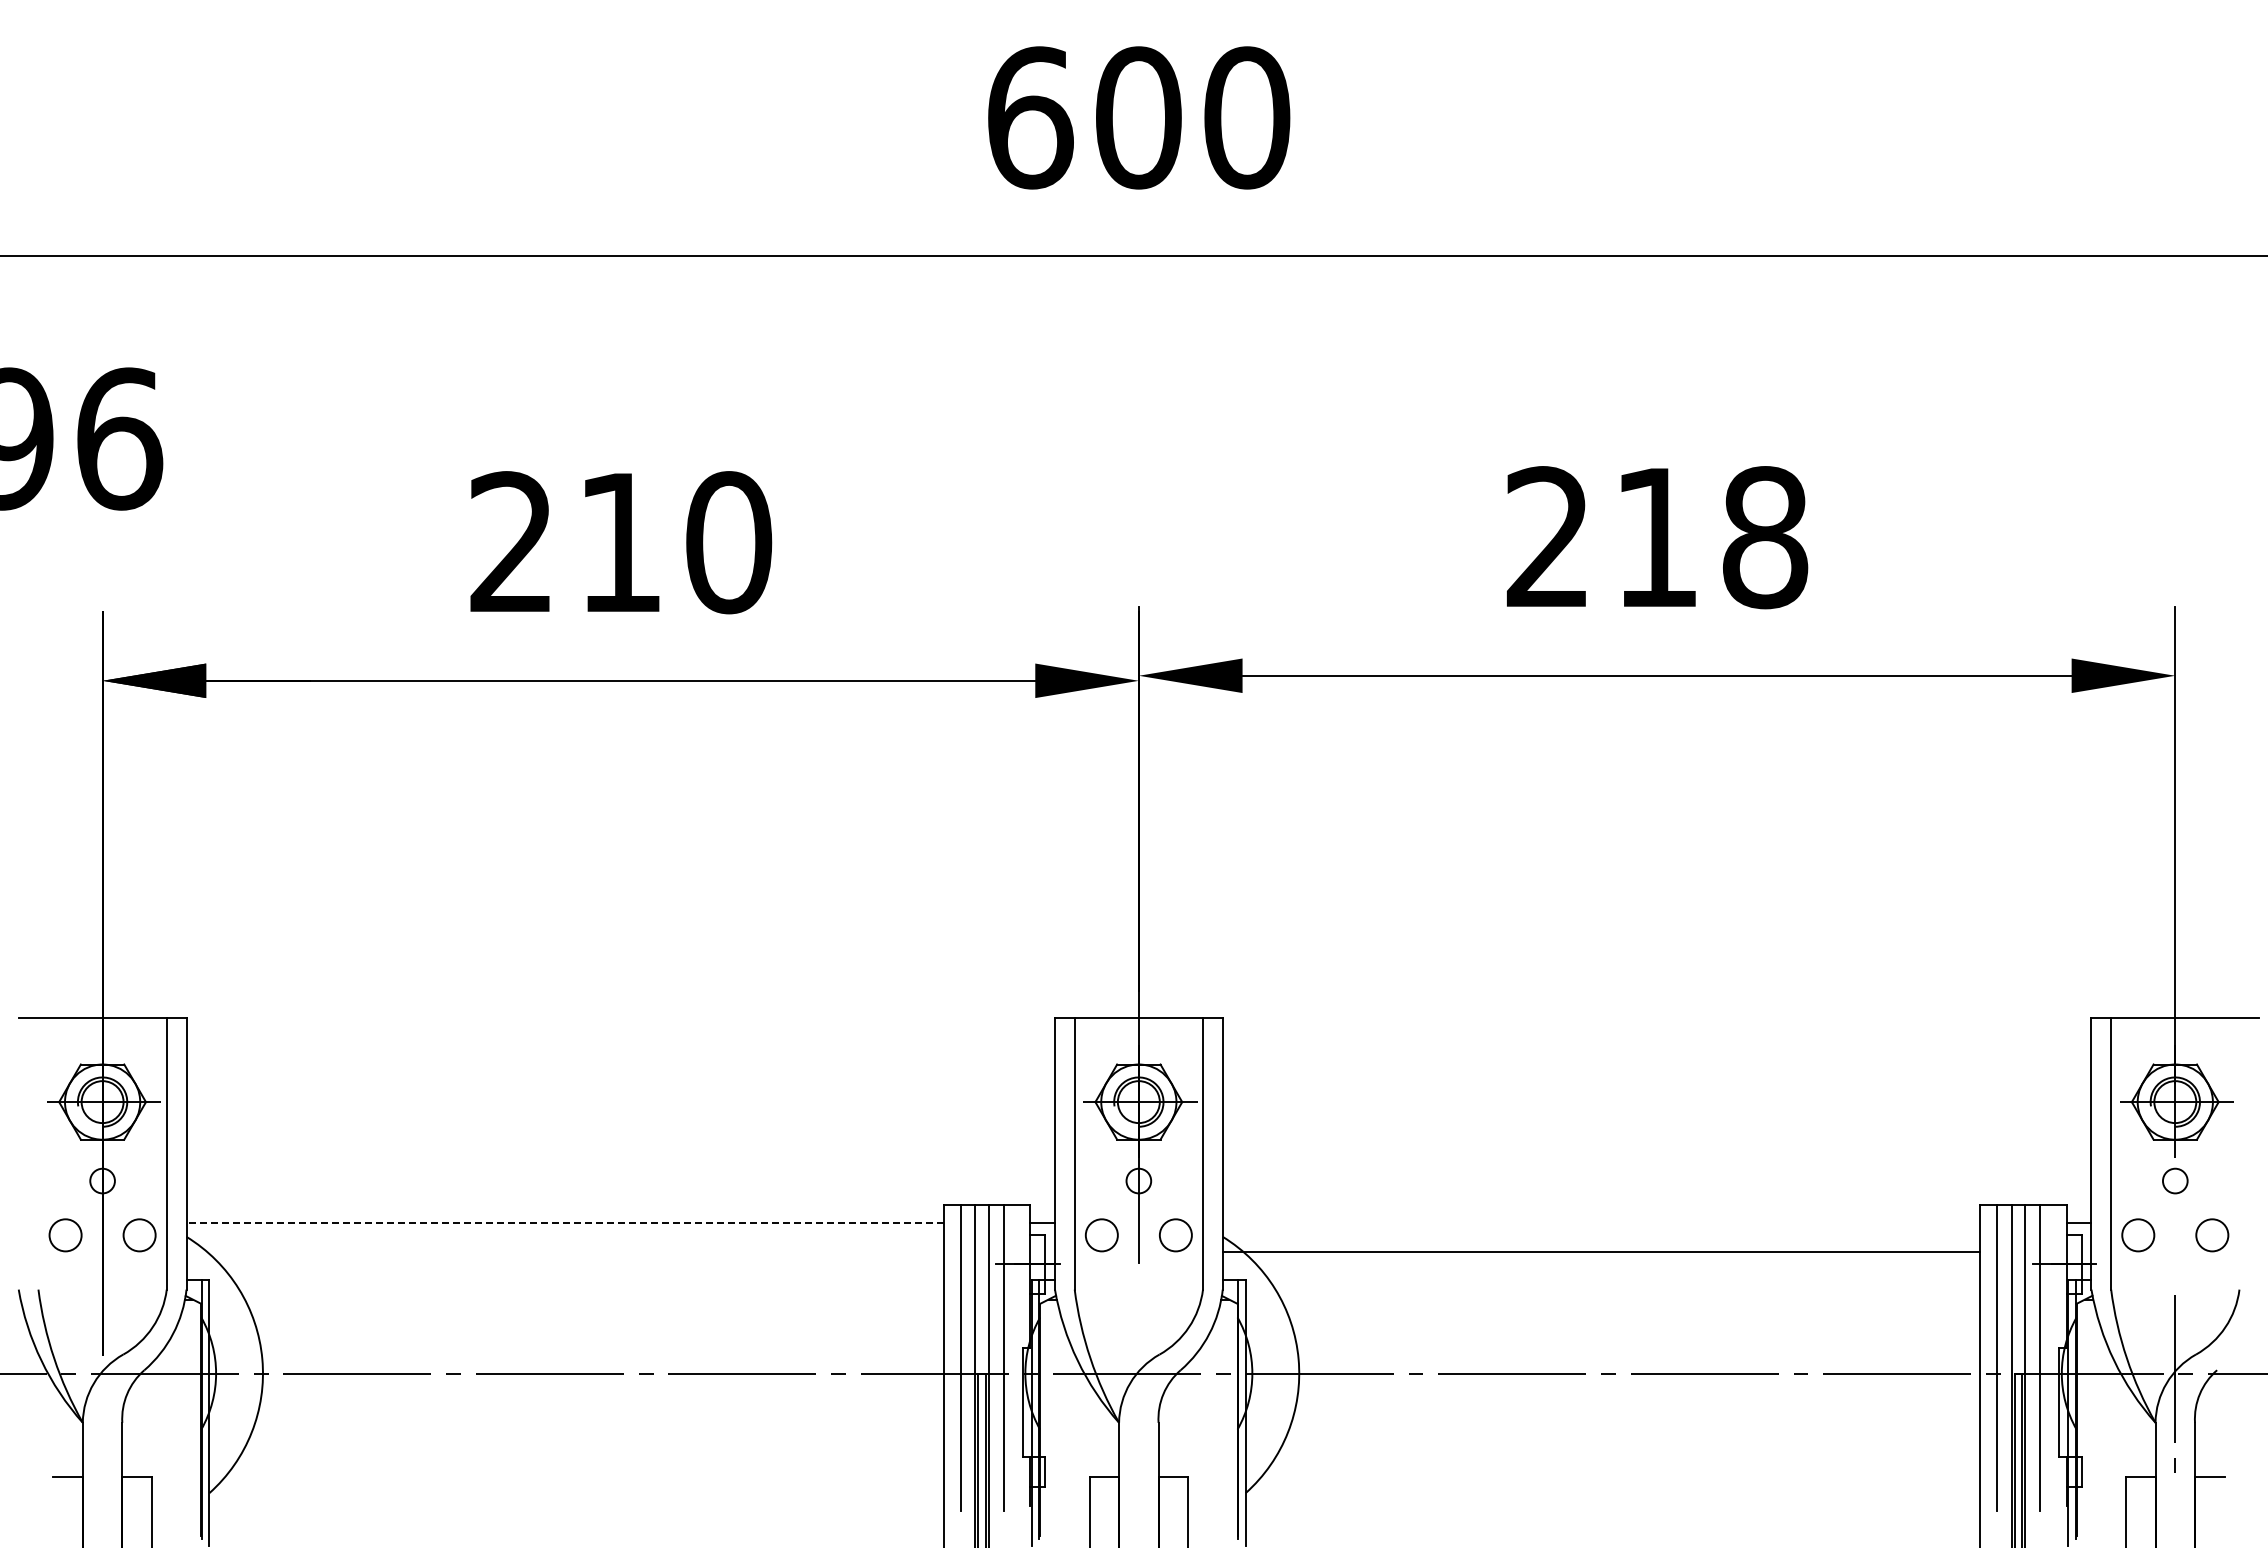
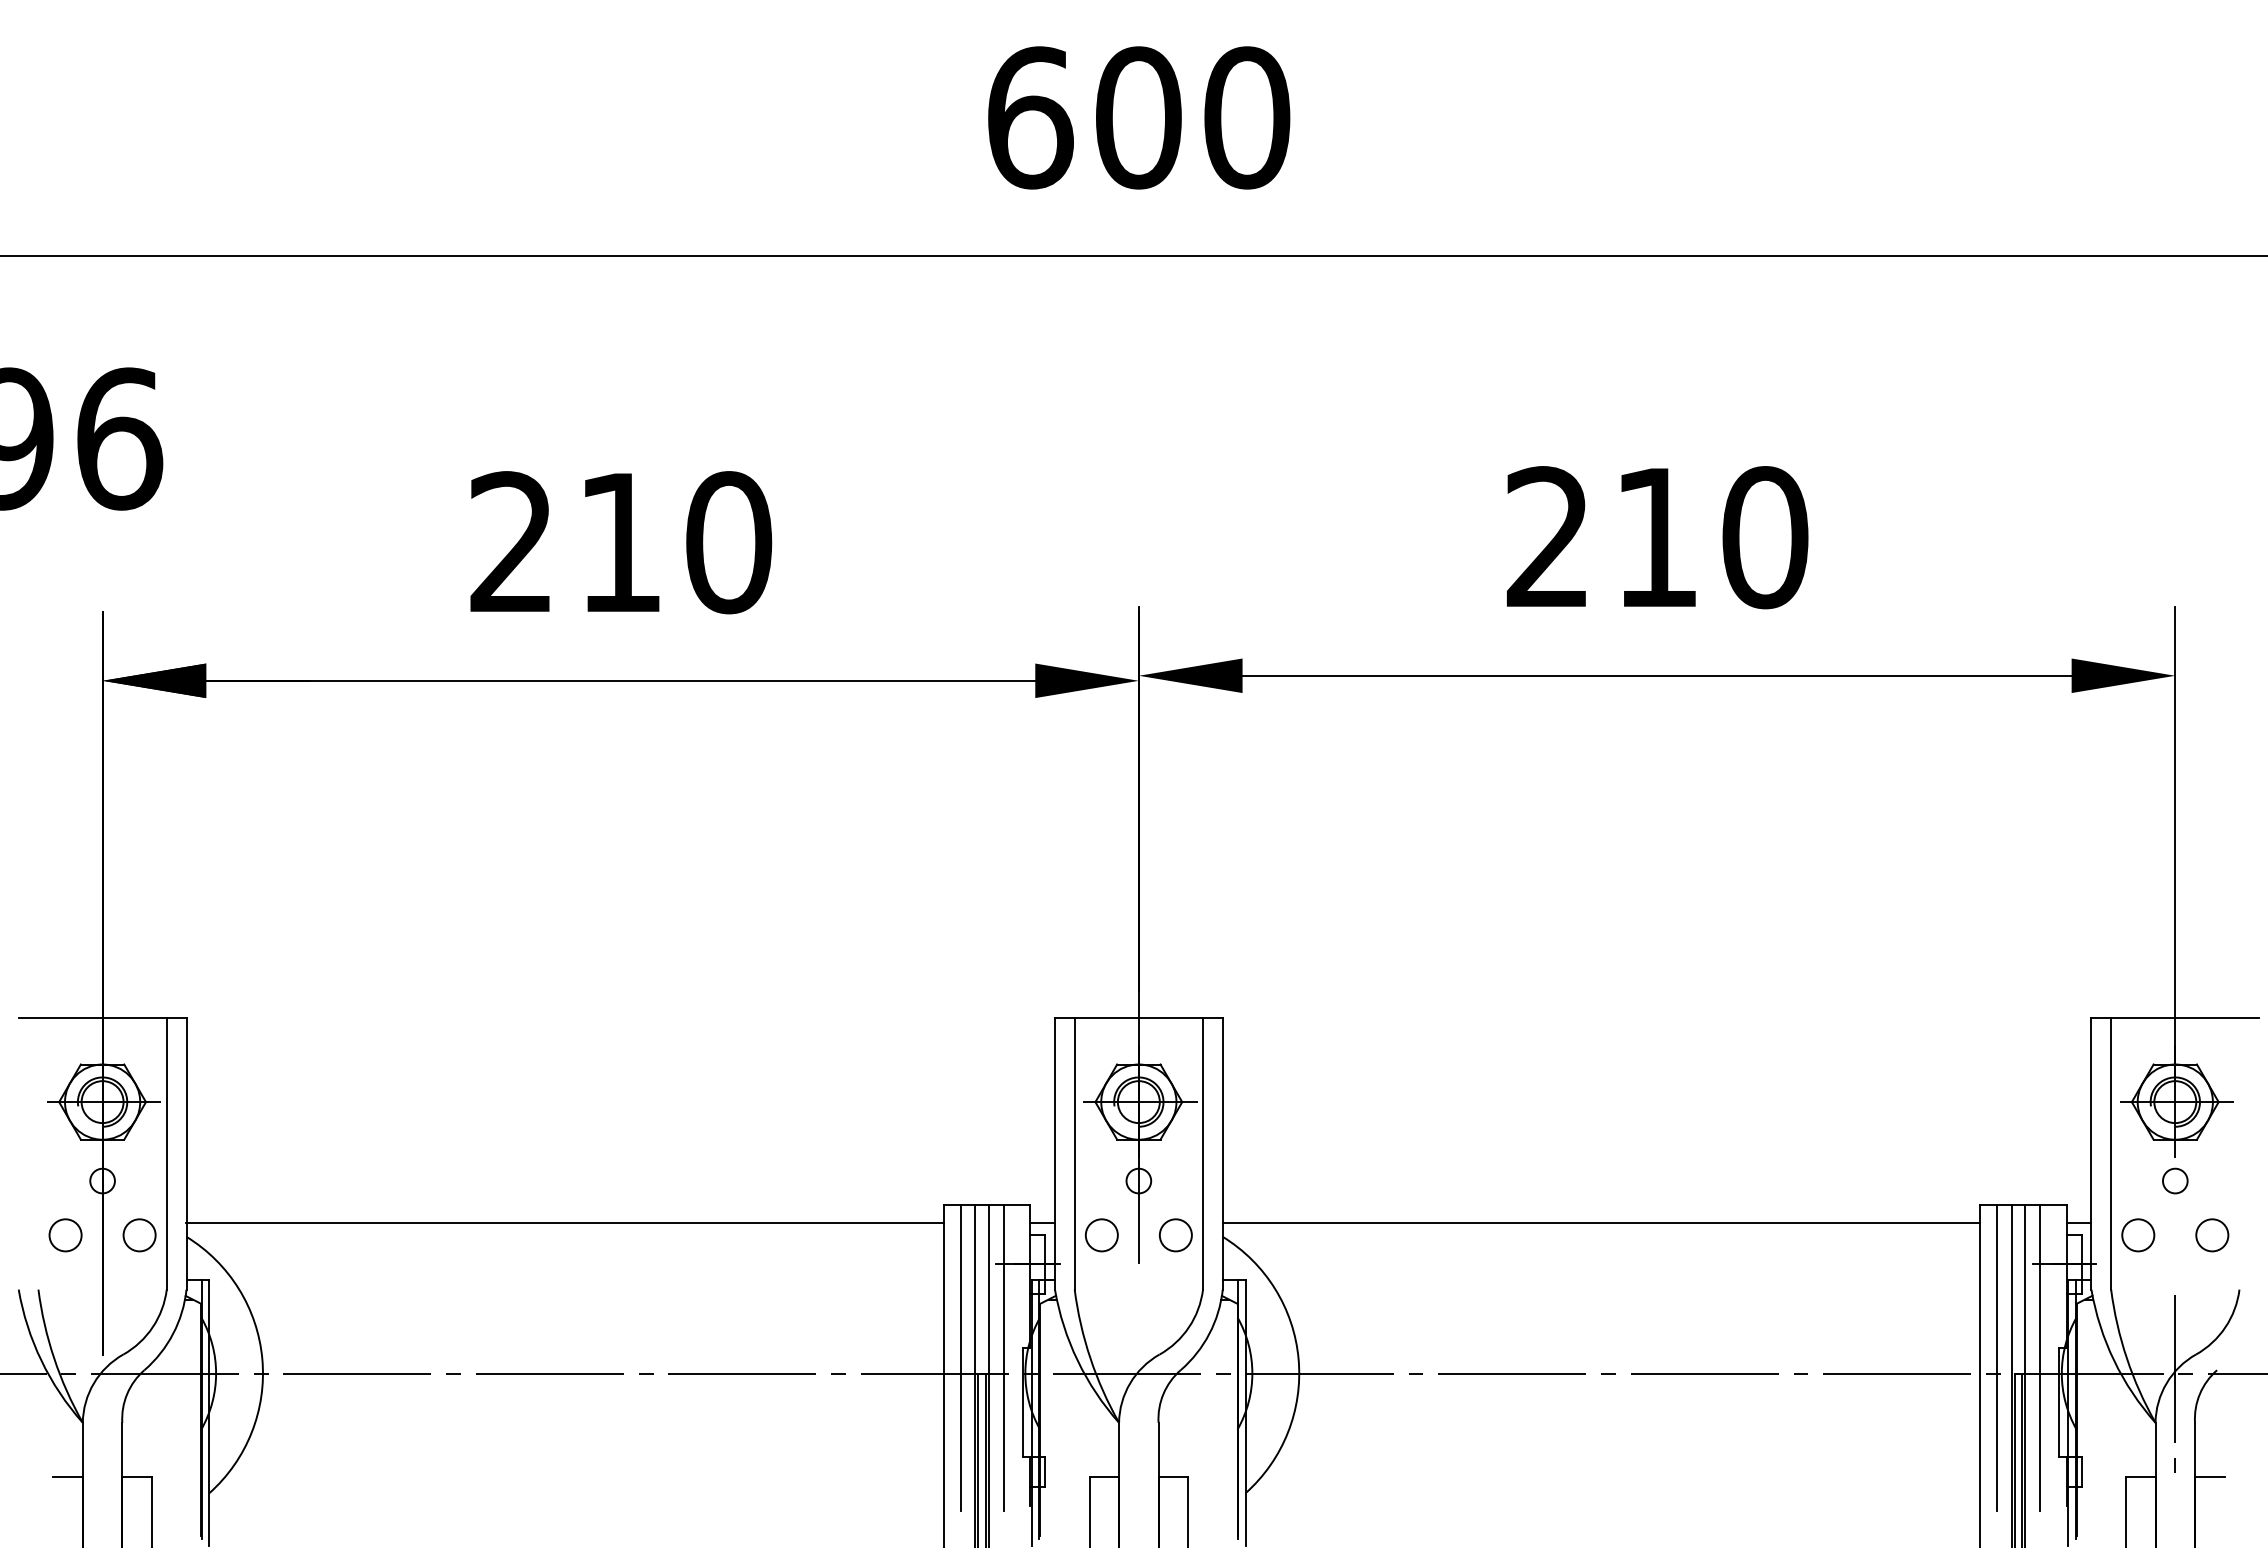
text at (1765, 537): 218 -> 210
line at (565, 1223): dashed -> solid
line at (1601, 1252) position: (1601, 1252) -> (1601, 1223)
